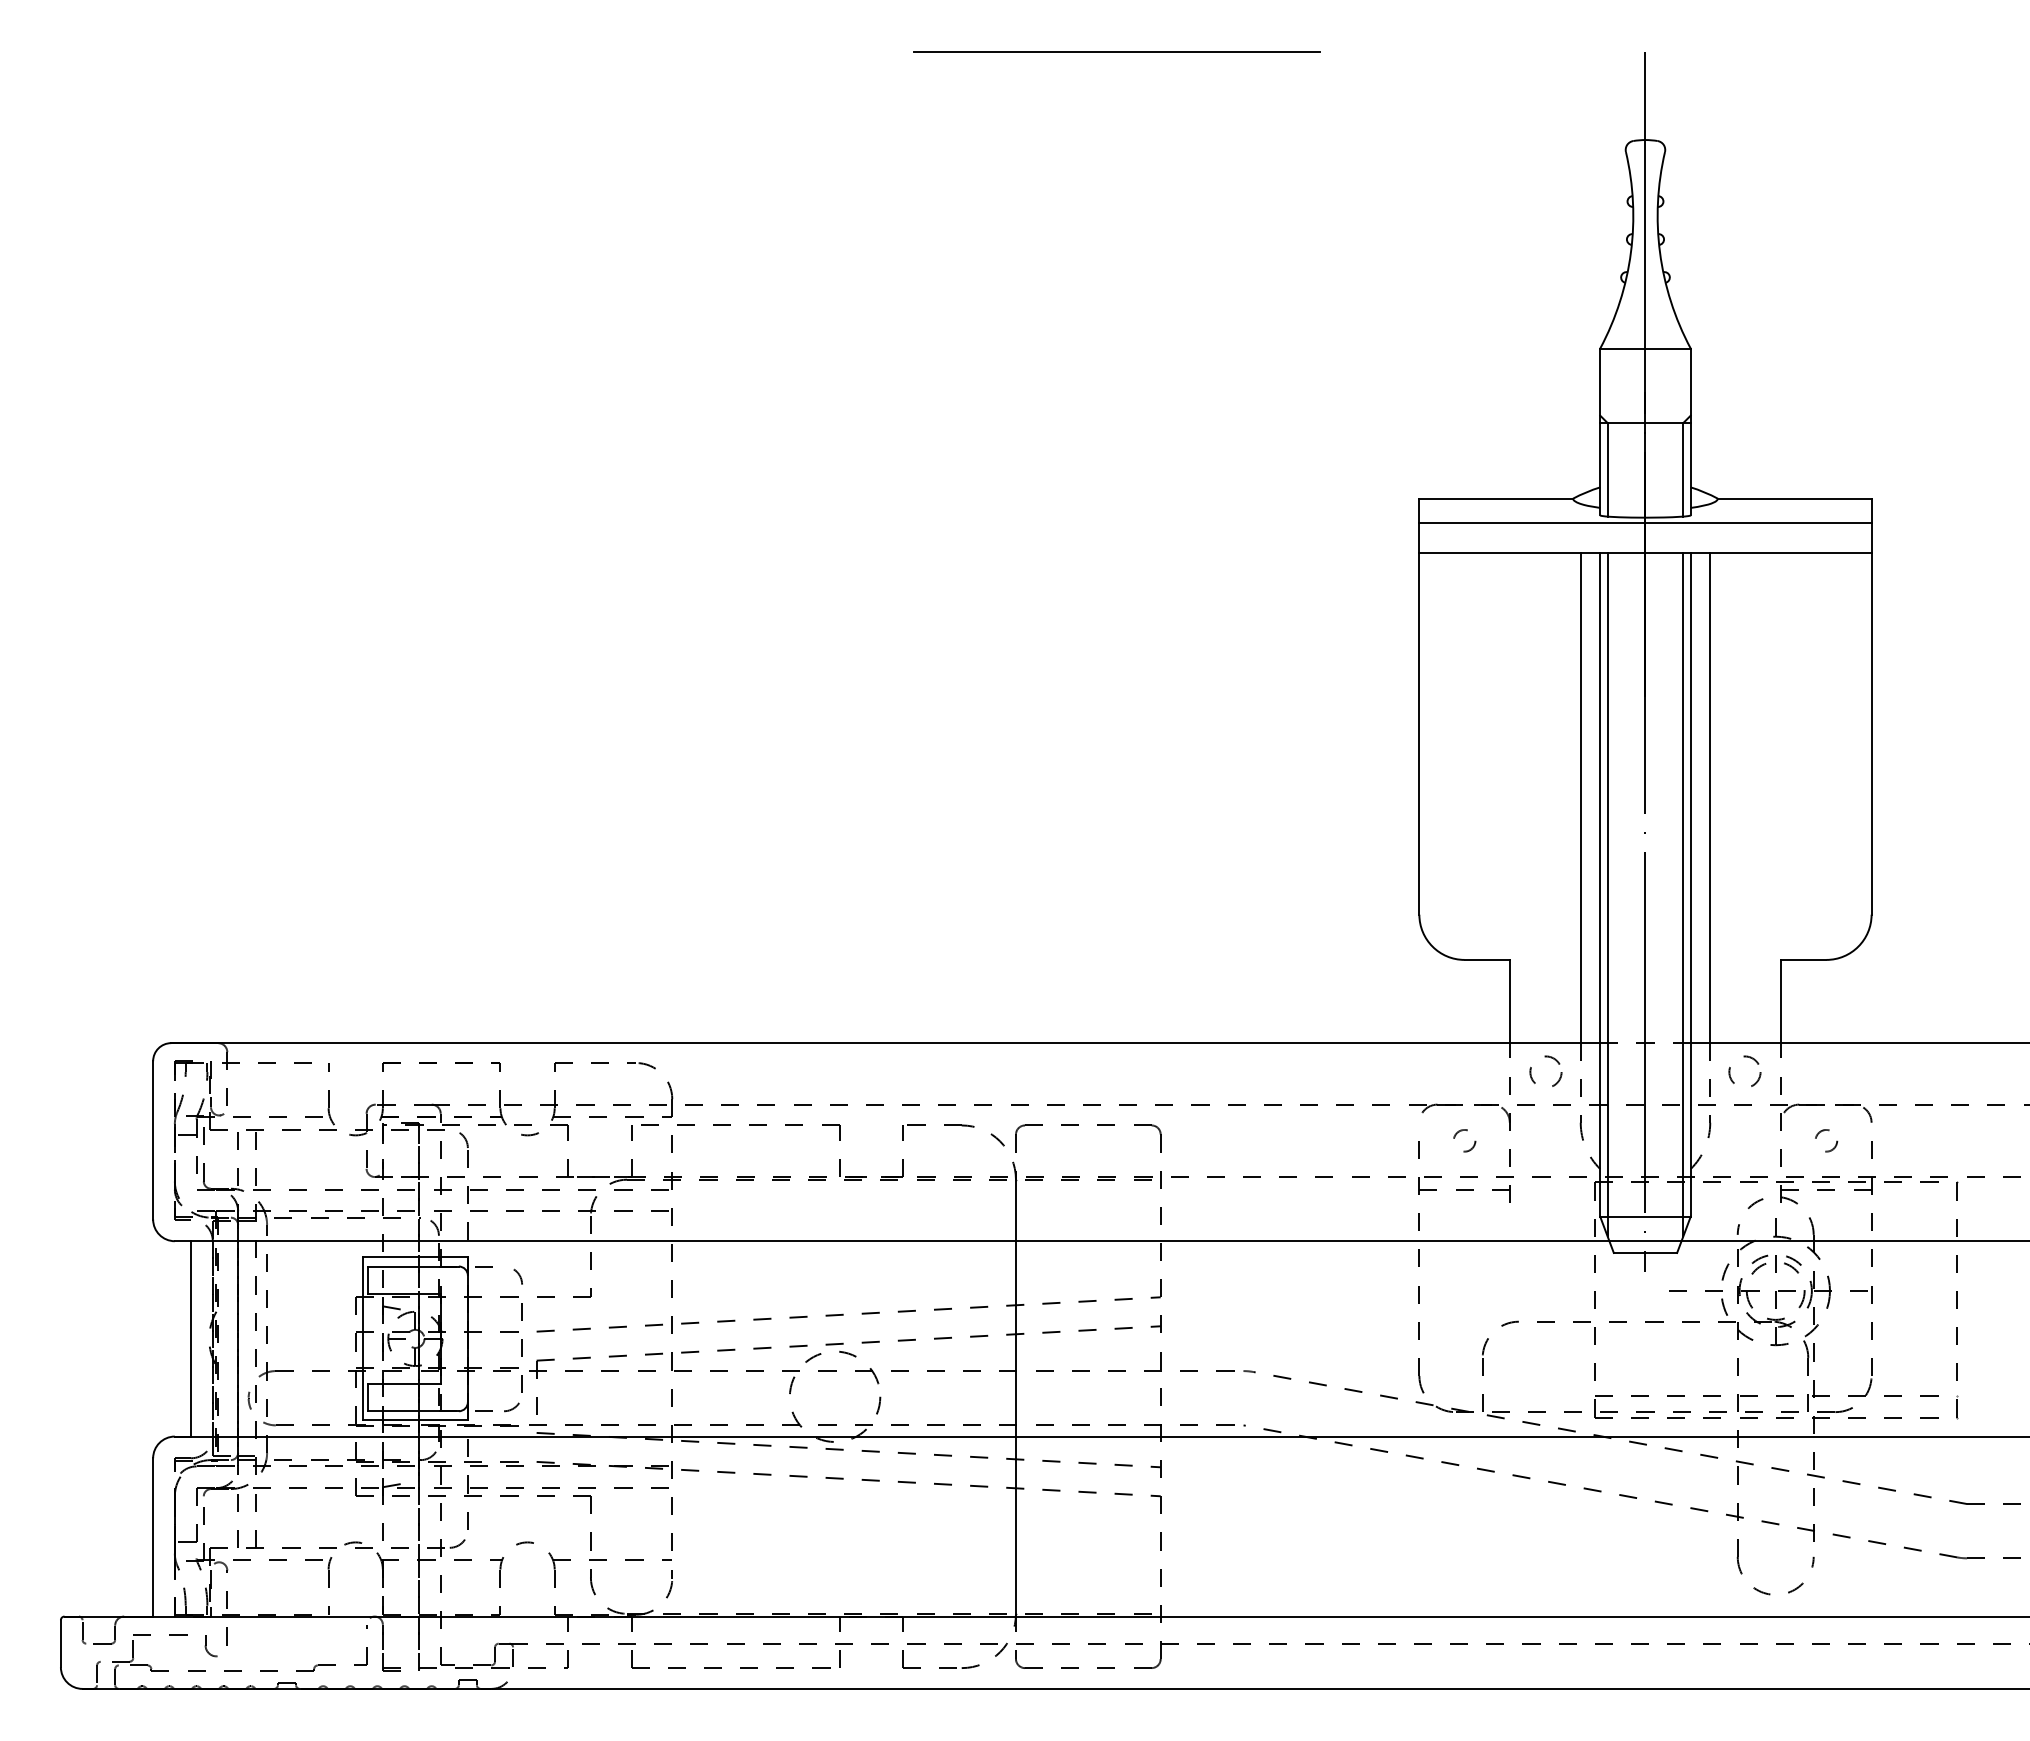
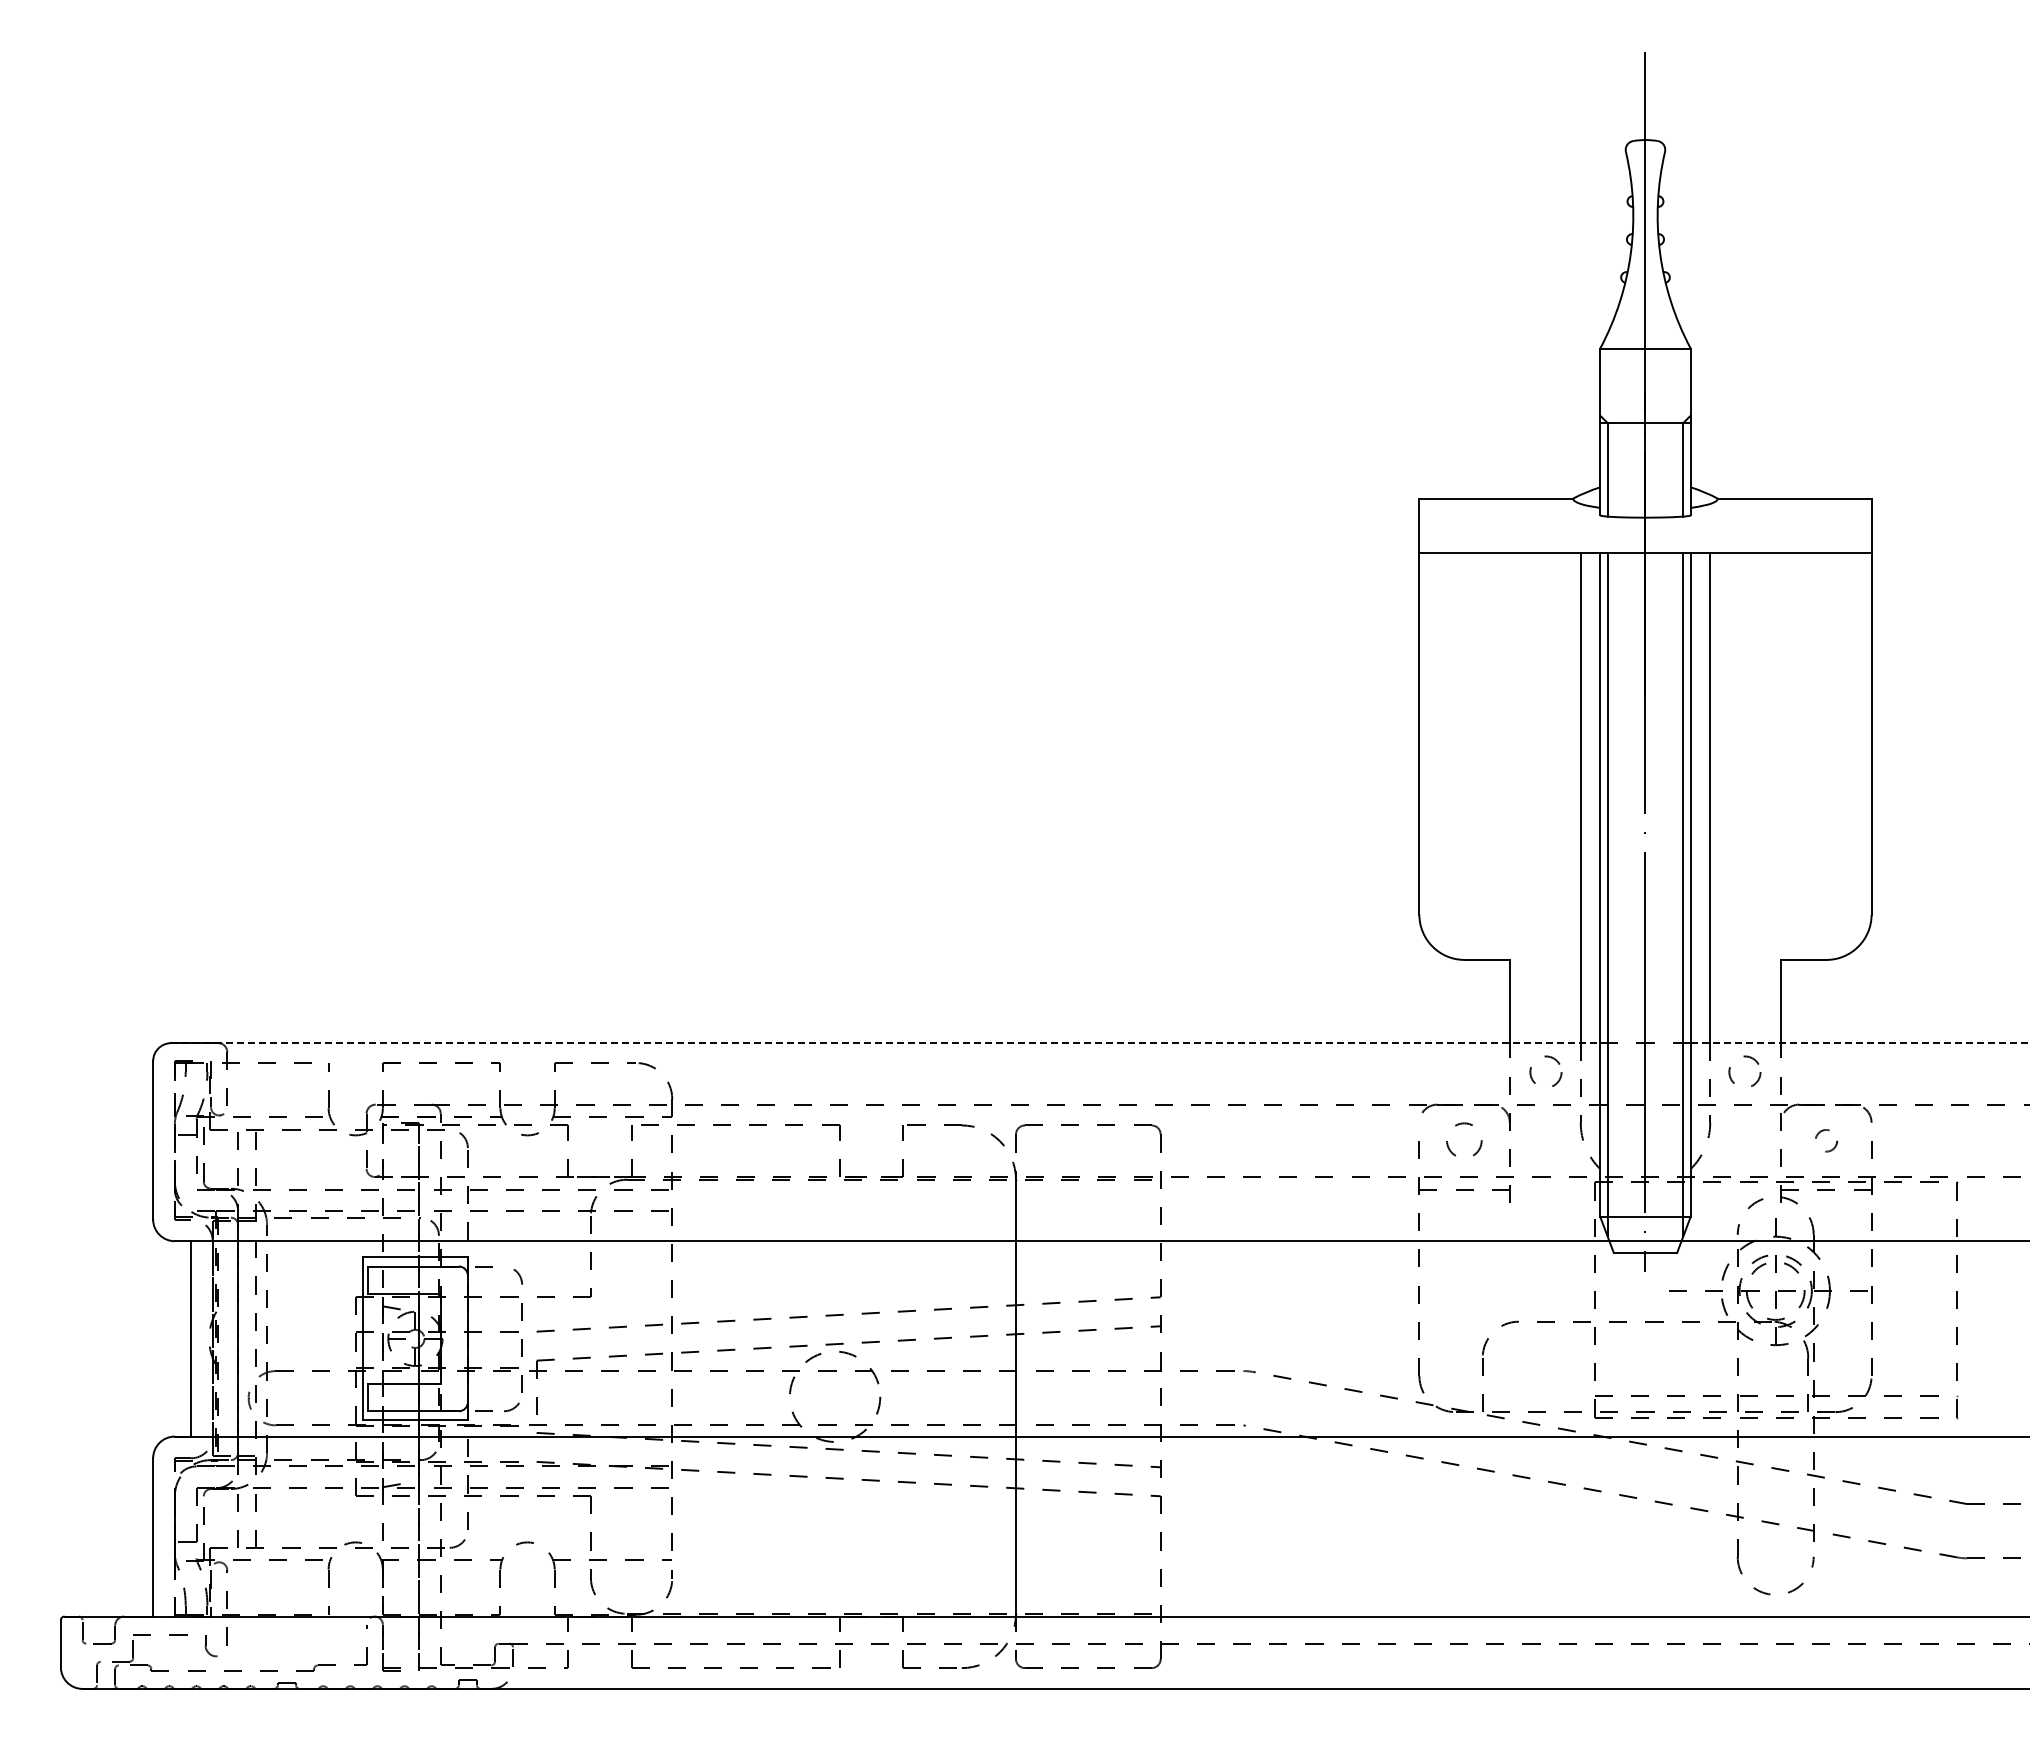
line at (1116, 52): present -> none
line at (1645, 522): present -> none
line at (885, 1043): solid -> dashed
line at (1860, 1043): solid -> dashed
circle at (1464, 1140) size: 24x24 px -> 37x35 px
